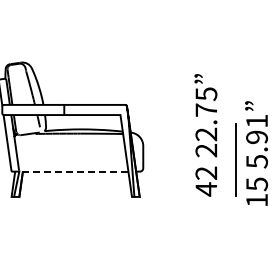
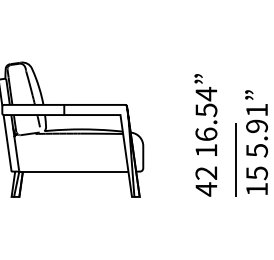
text at (206, 121): 22.75 -> 16.54
text at (256, 153) position: (256, 153) -> (256, 142)
line at (72, 171): dashed -> solid
